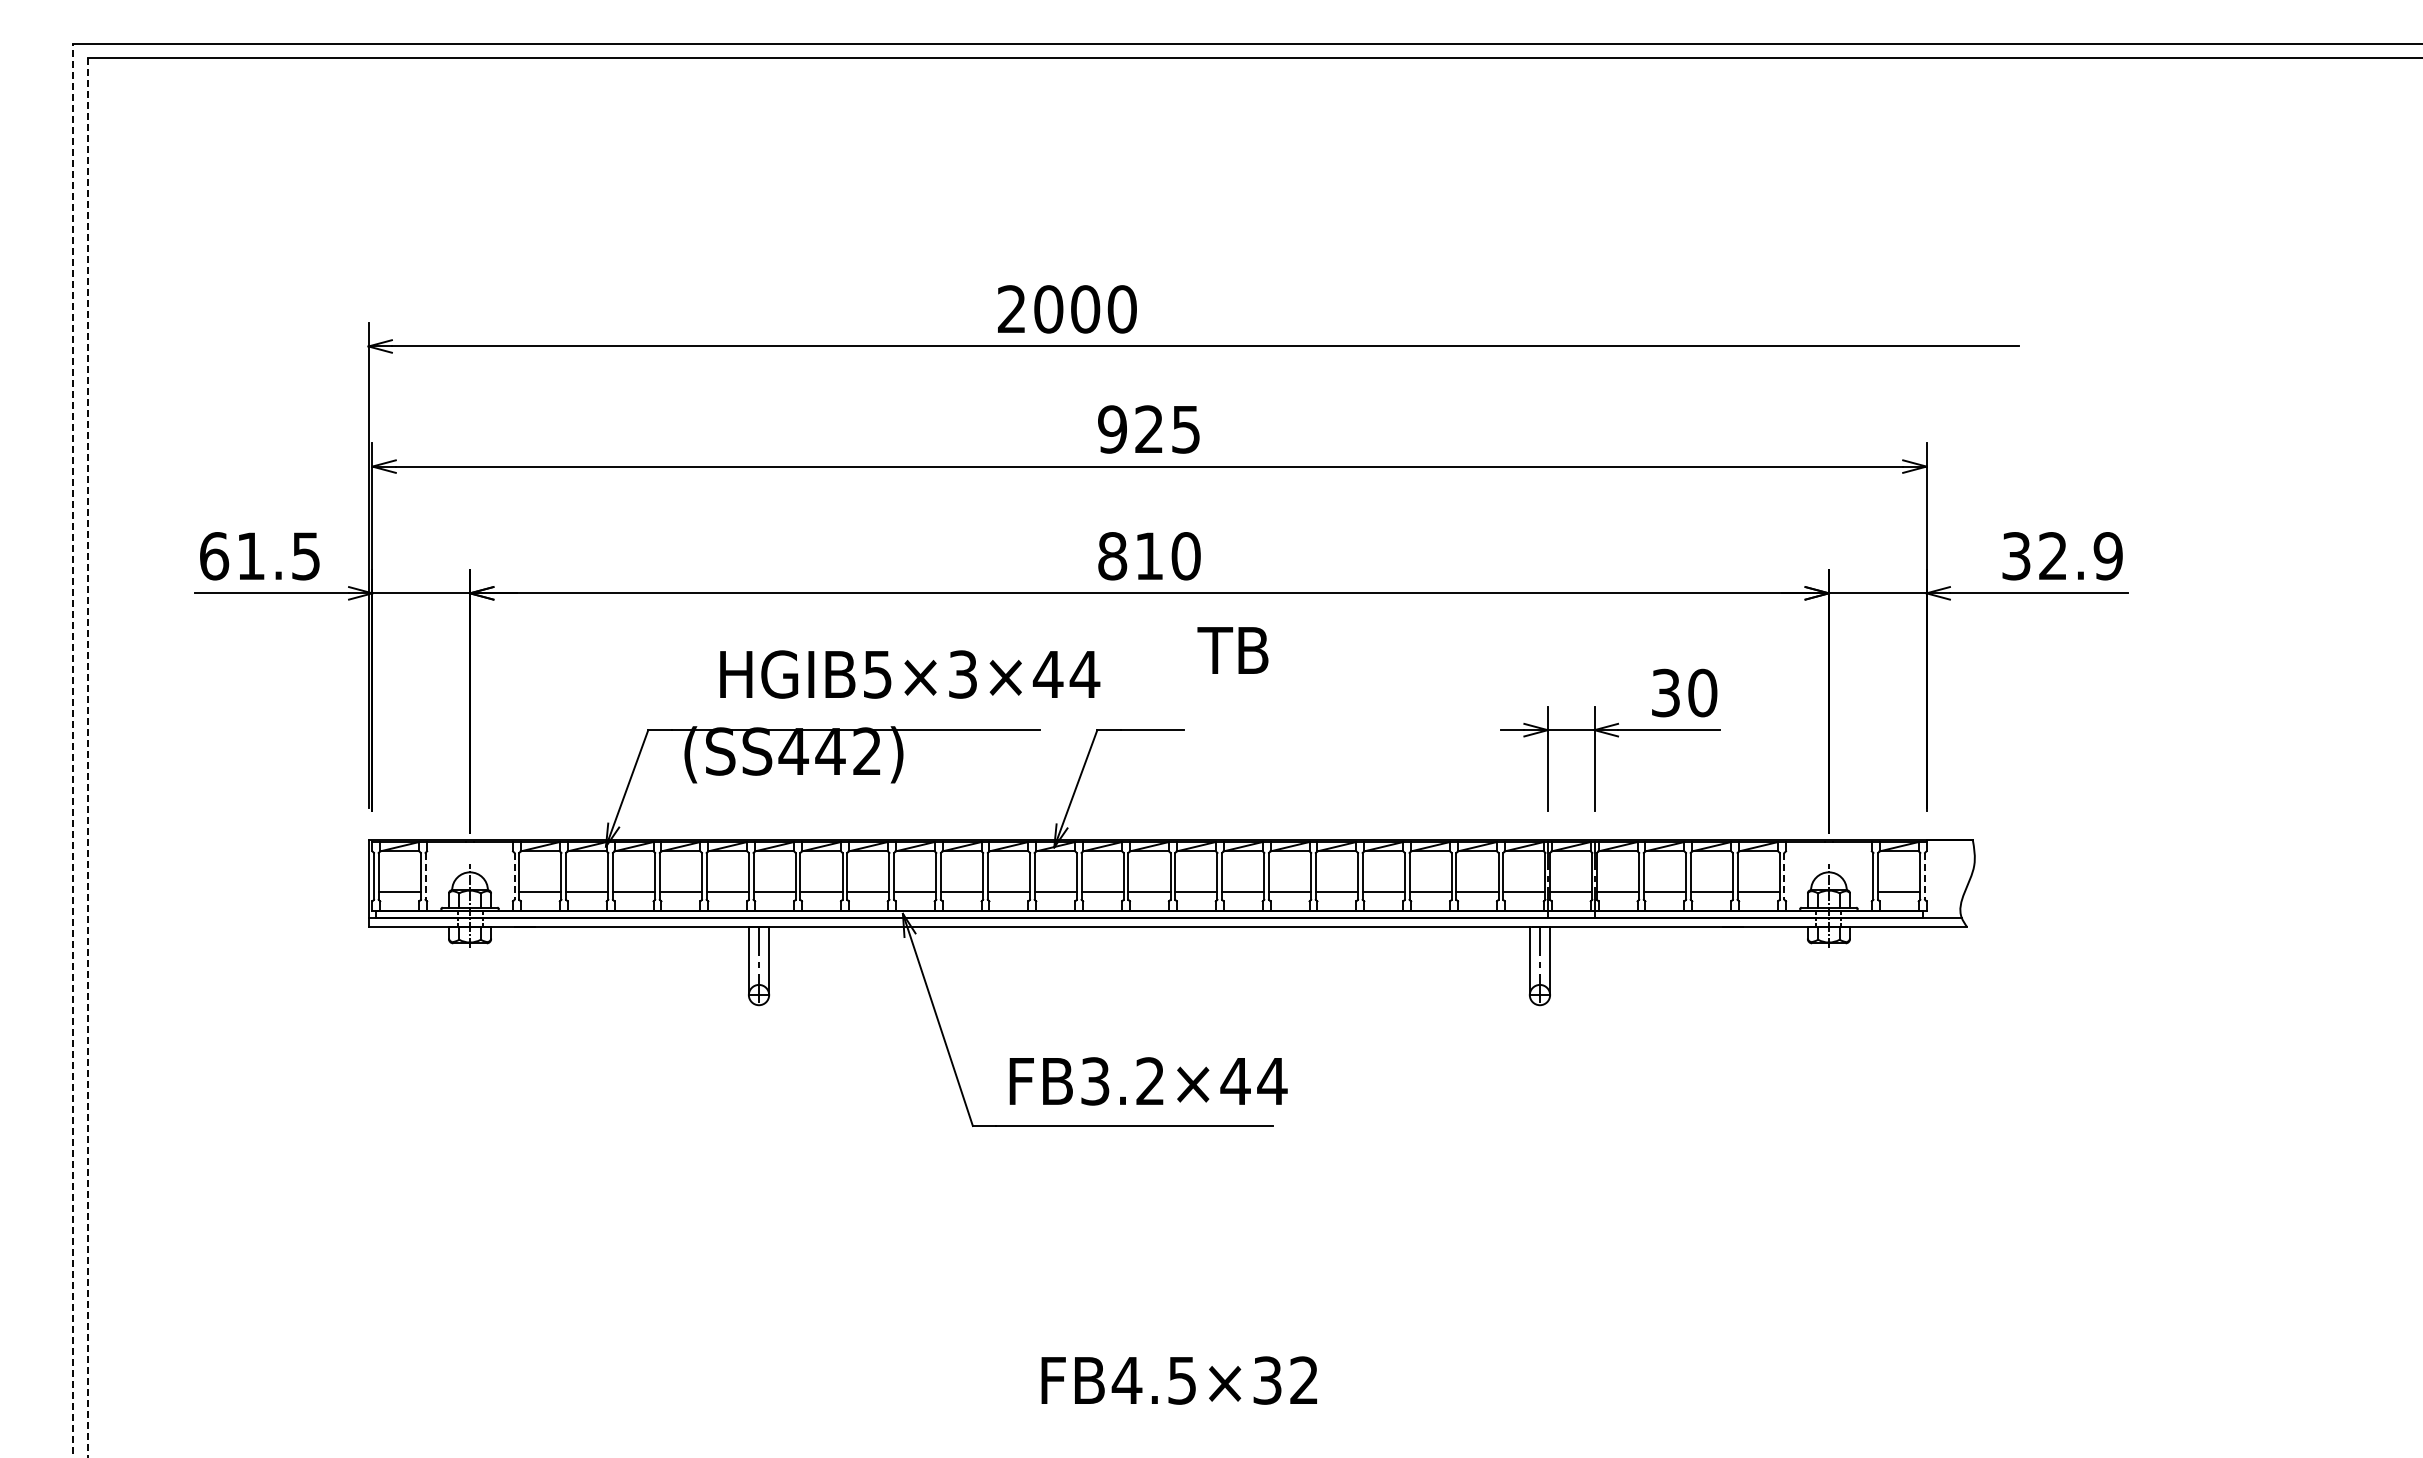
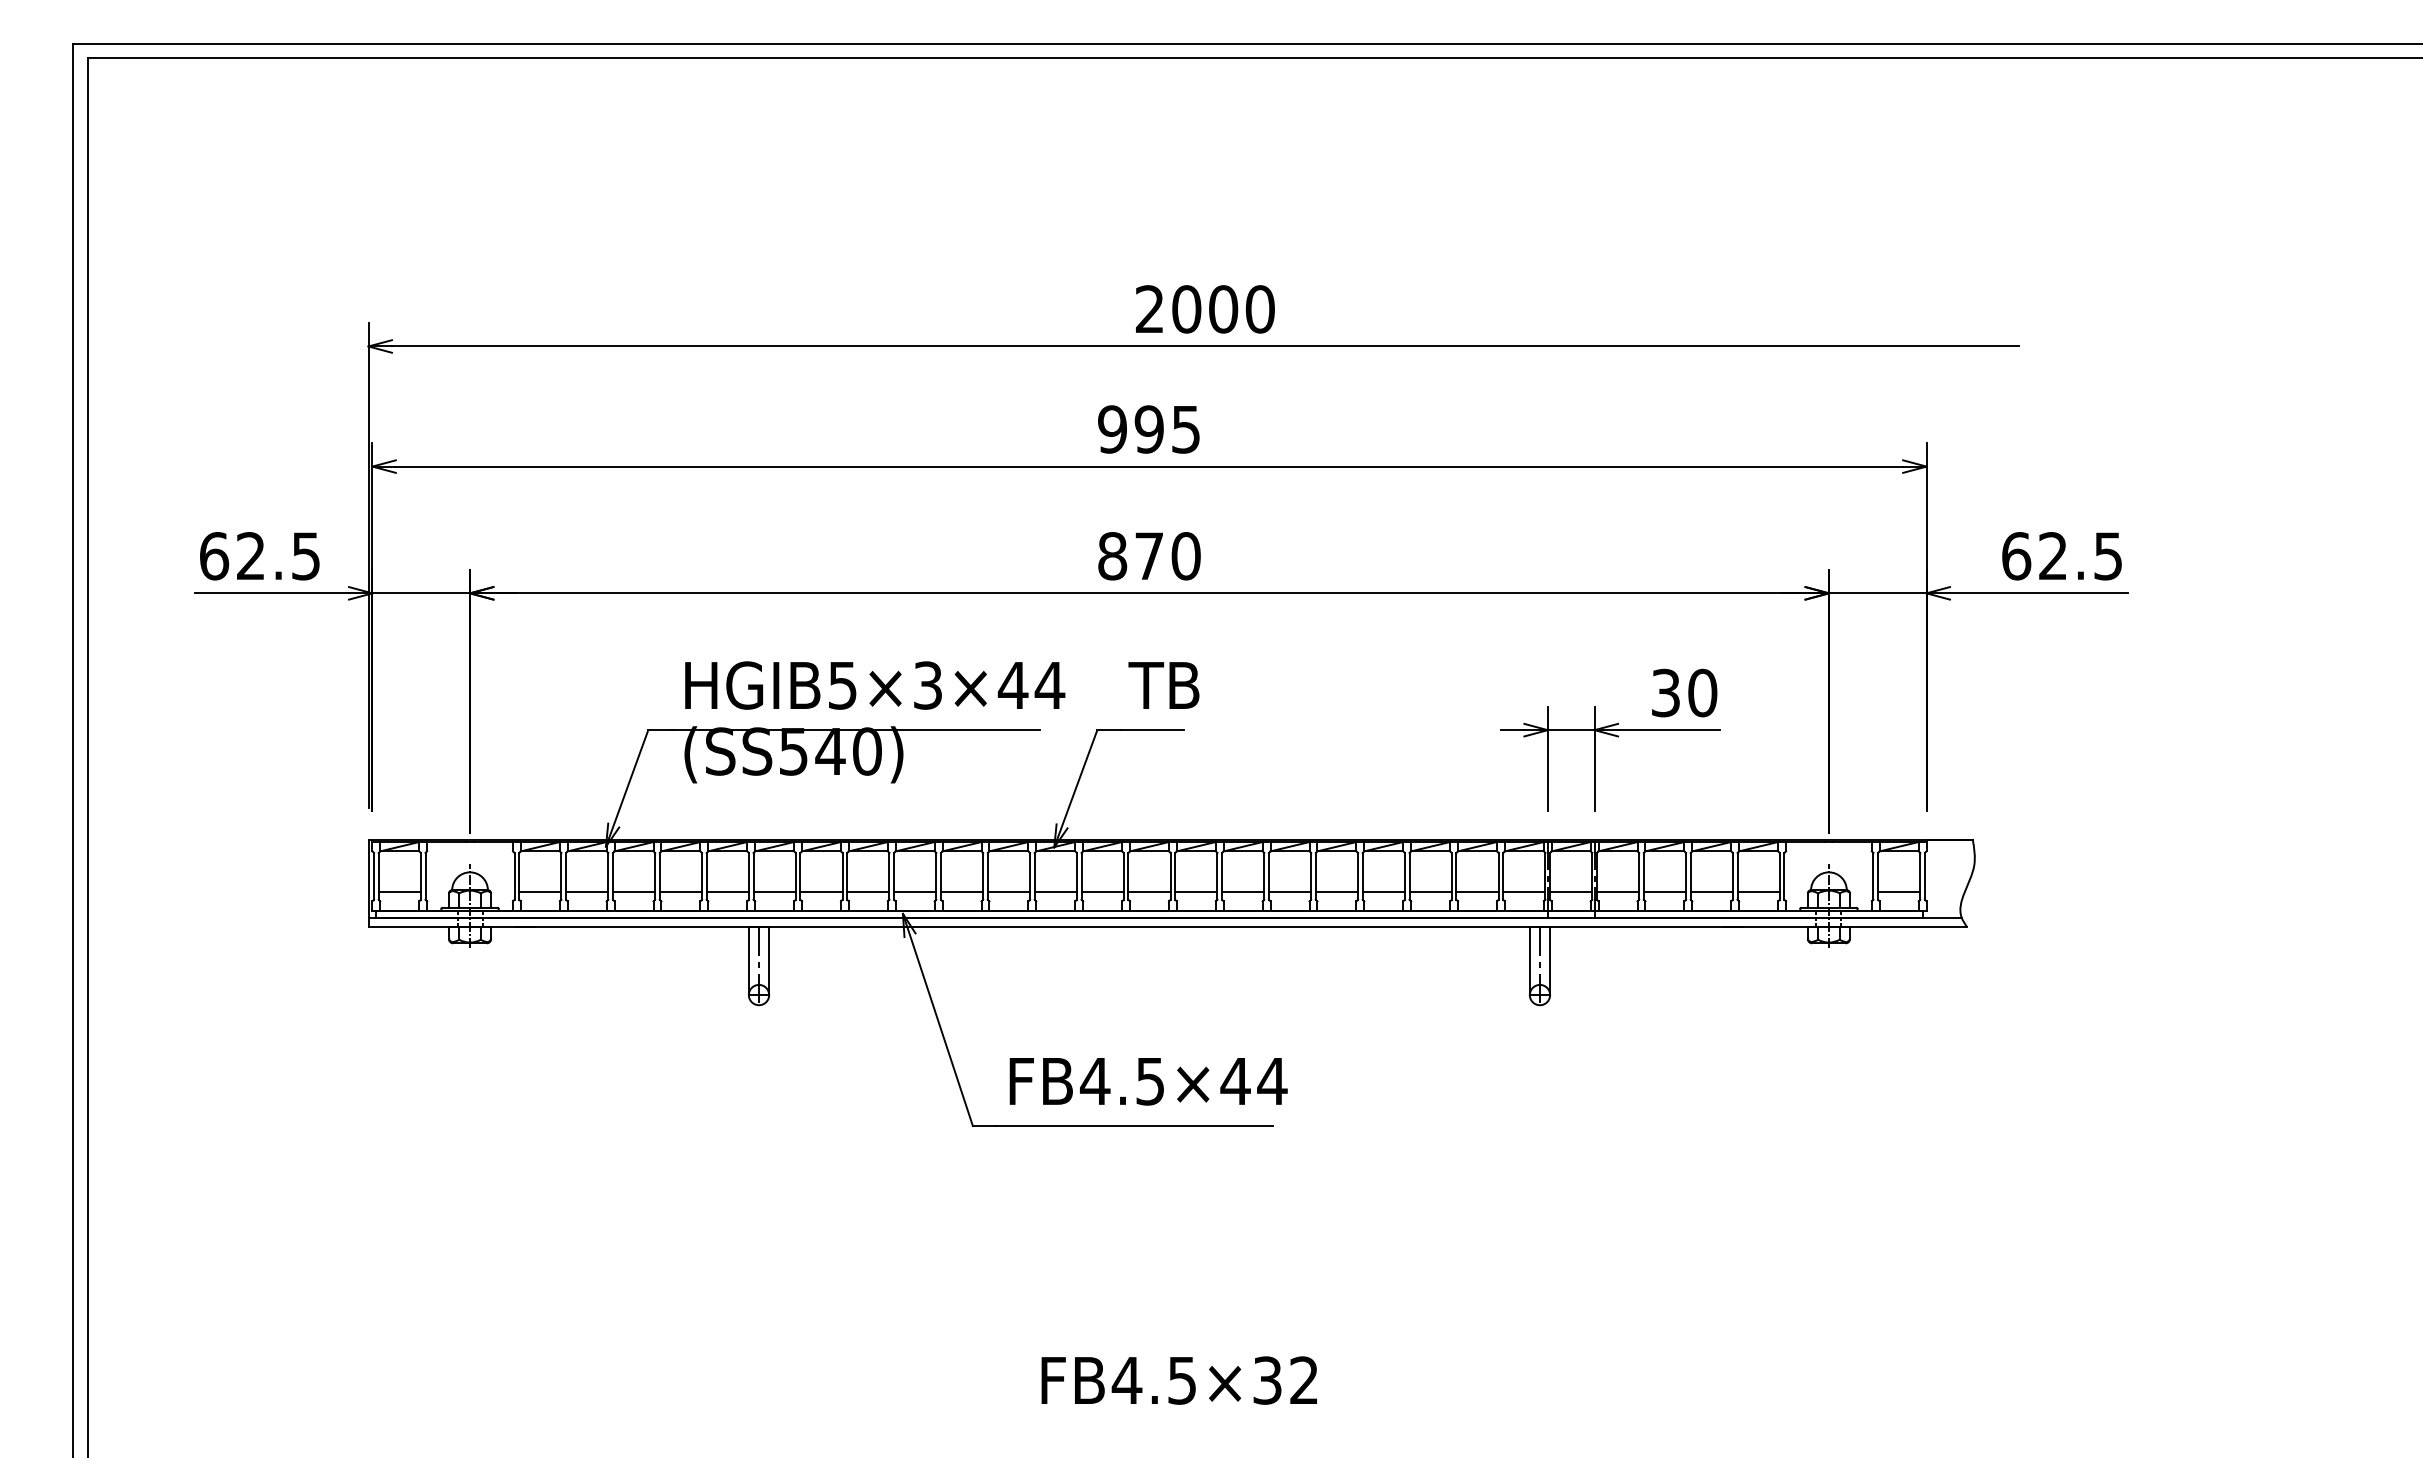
text at (1067, 309) position: (1067, 309) -> (1205, 309)
text at (1148, 429): 925 -> 995
text at (250, 555): 61.5 -> 62.5
text at (1148, 555): 810 -> 870
text at (2062, 556): 32.9 -> 62.5
text at (1232, 650) position: (1232, 650) -> (1163, 685)
text at (910, 674) position: (910, 674) -> (875, 685)
line at (72, 750): dashed -> solid
text at (829, 751): (SS442) -> (SS540)
line at (88, 758): dashed -> solid
line at (425, 876): dashed -> solid
line at (514, 876): dashed -> solid
line at (1784, 876): dashed -> solid
line at (1924, 876): dashed -> solid
text at (1121, 1081): FB3.2×44 -> FB4.5×44
